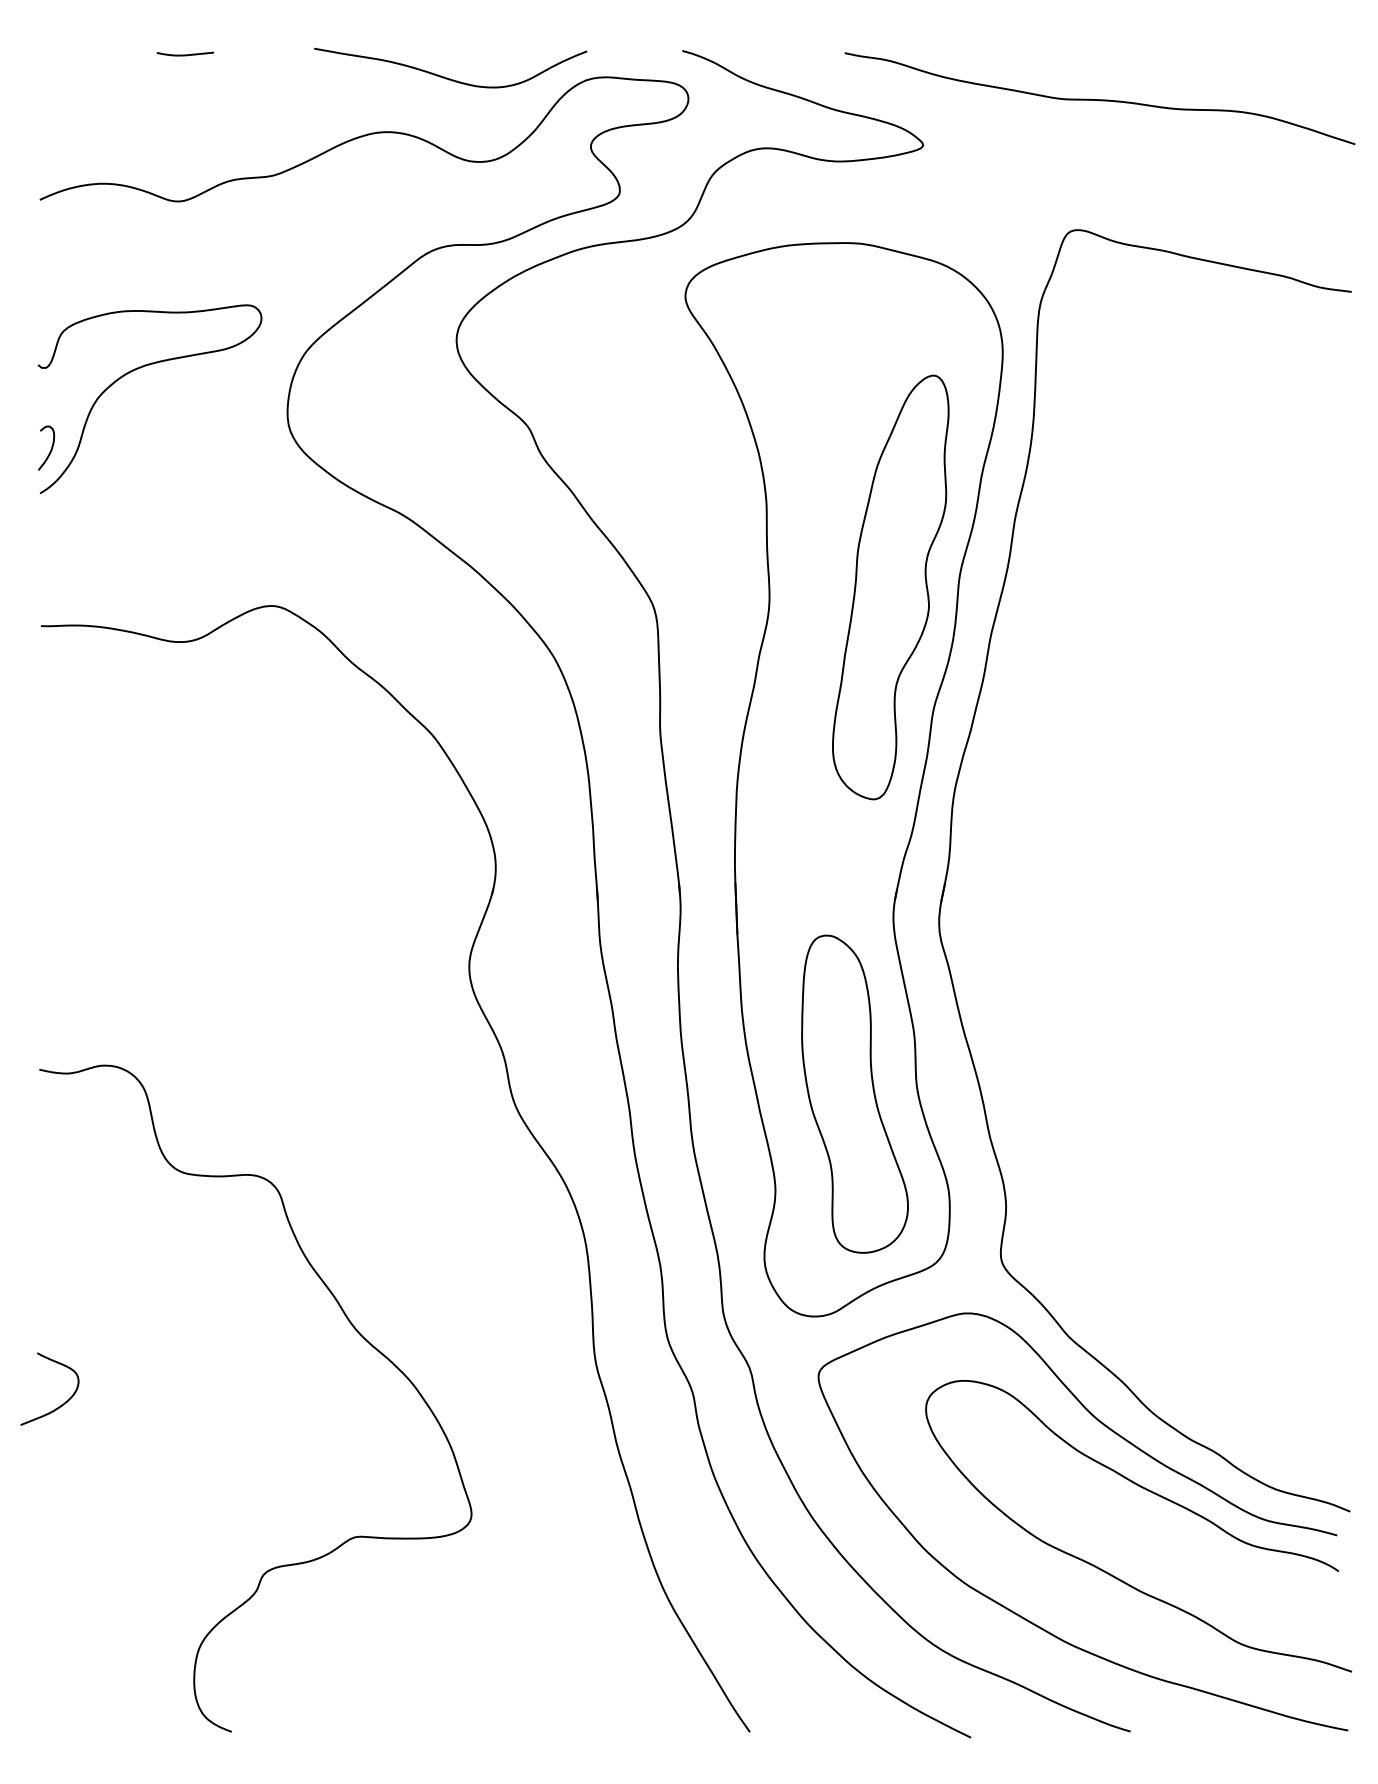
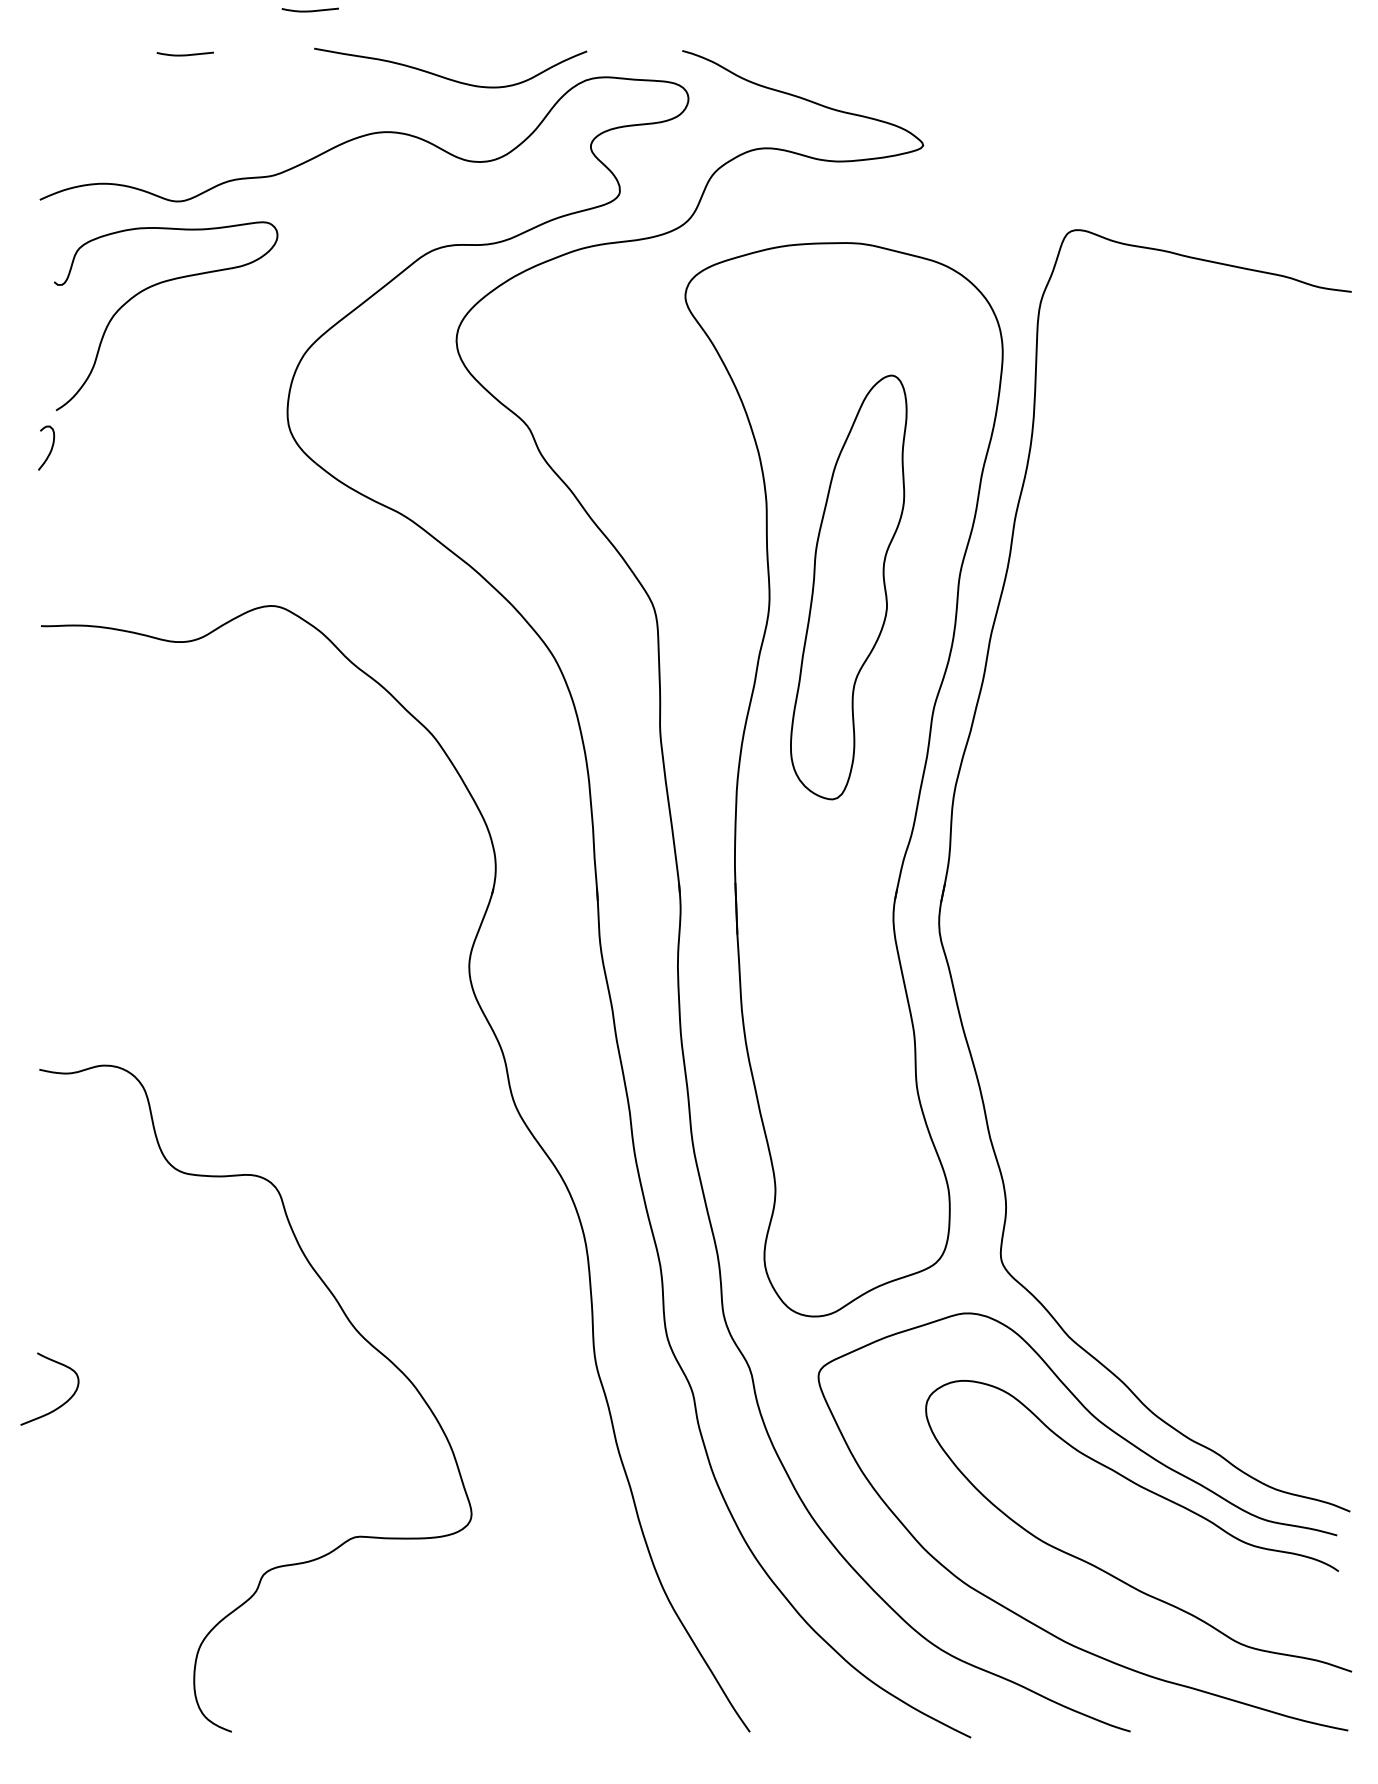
curve at (309, 10): none -> present
curve at (1099, 99): present -> none
curve at (138, 369) position: (138, 369) -> (154, 286)
part at (890, 587) position: (890, 587) -> (848, 587)
part at (854, 1093): present -> none
